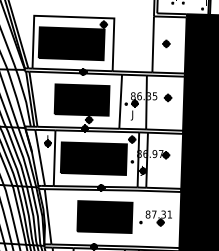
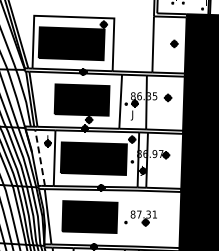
part at (166, 43) position: (166, 43) -> (174, 43)
line at (40, 157): solid -> dashed
part at (123, 216) position: (123, 216) -> (108, 216)
